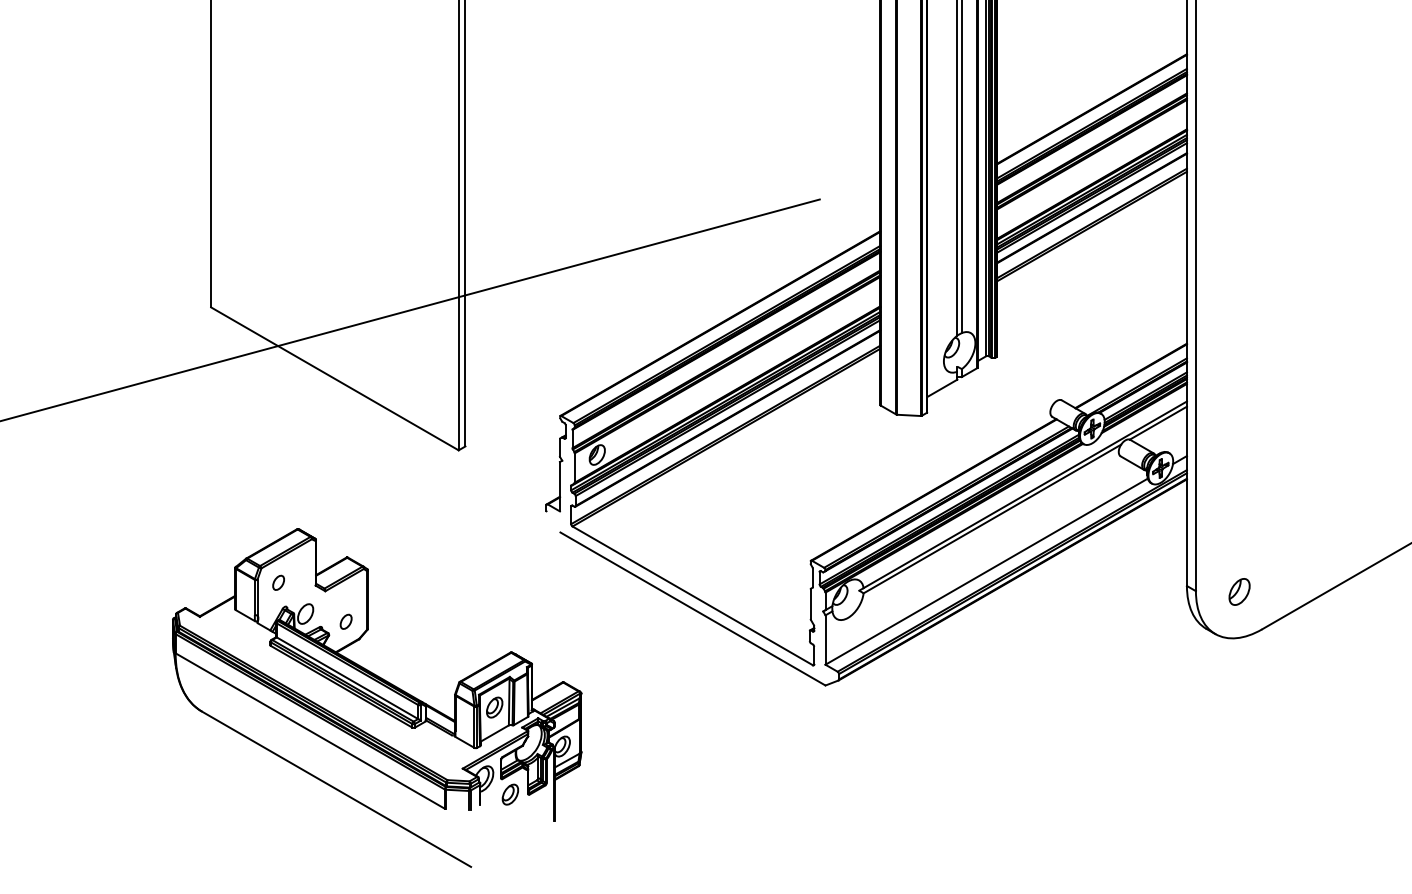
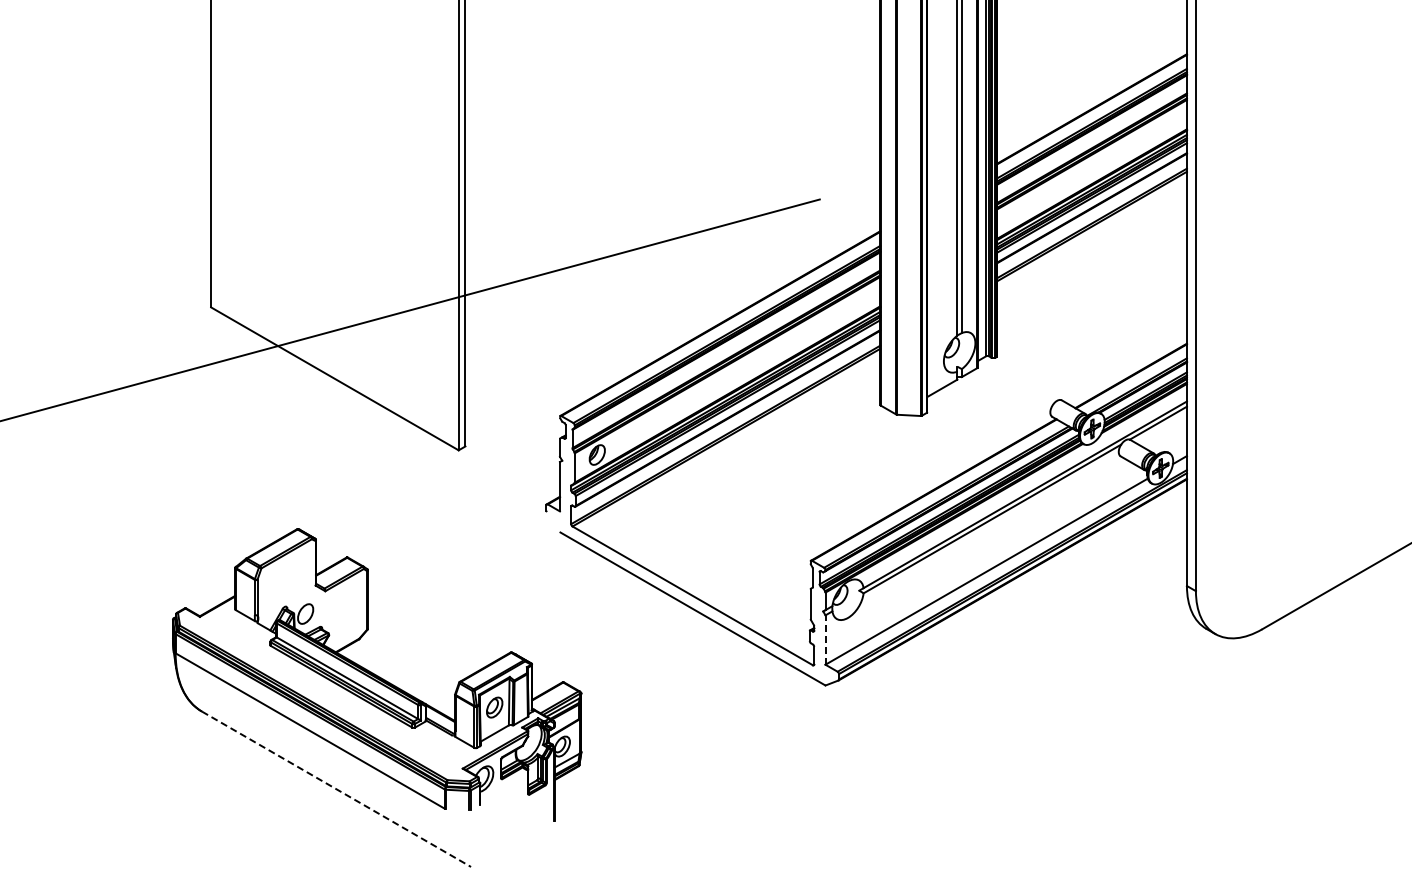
part at (278, 582): present -> none
part at (1239, 591): present -> none
part at (345, 621): present -> none
line at (825, 640): solid -> dashed
line at (336, 789): solid -> dashed
part at (509, 794): present -> none
